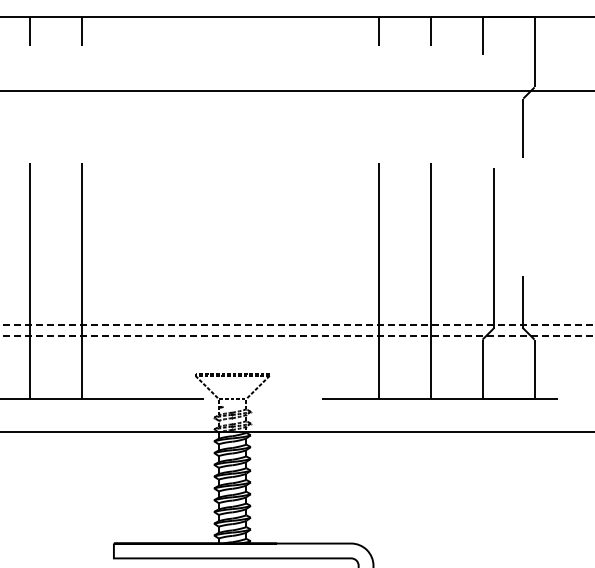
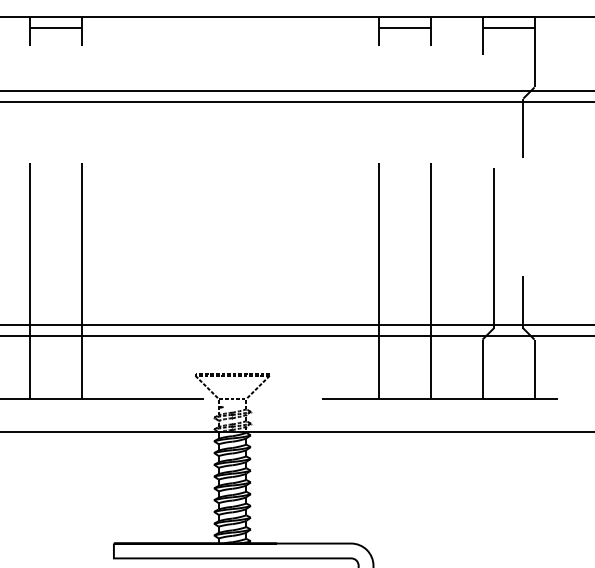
line at (56, 28): none -> present
line at (404, 28): none -> present
line at (508, 28): none -> present
line at (296, 102): none -> present
line at (297, 324): dashed -> solid
line at (297, 335): dashed -> solid
